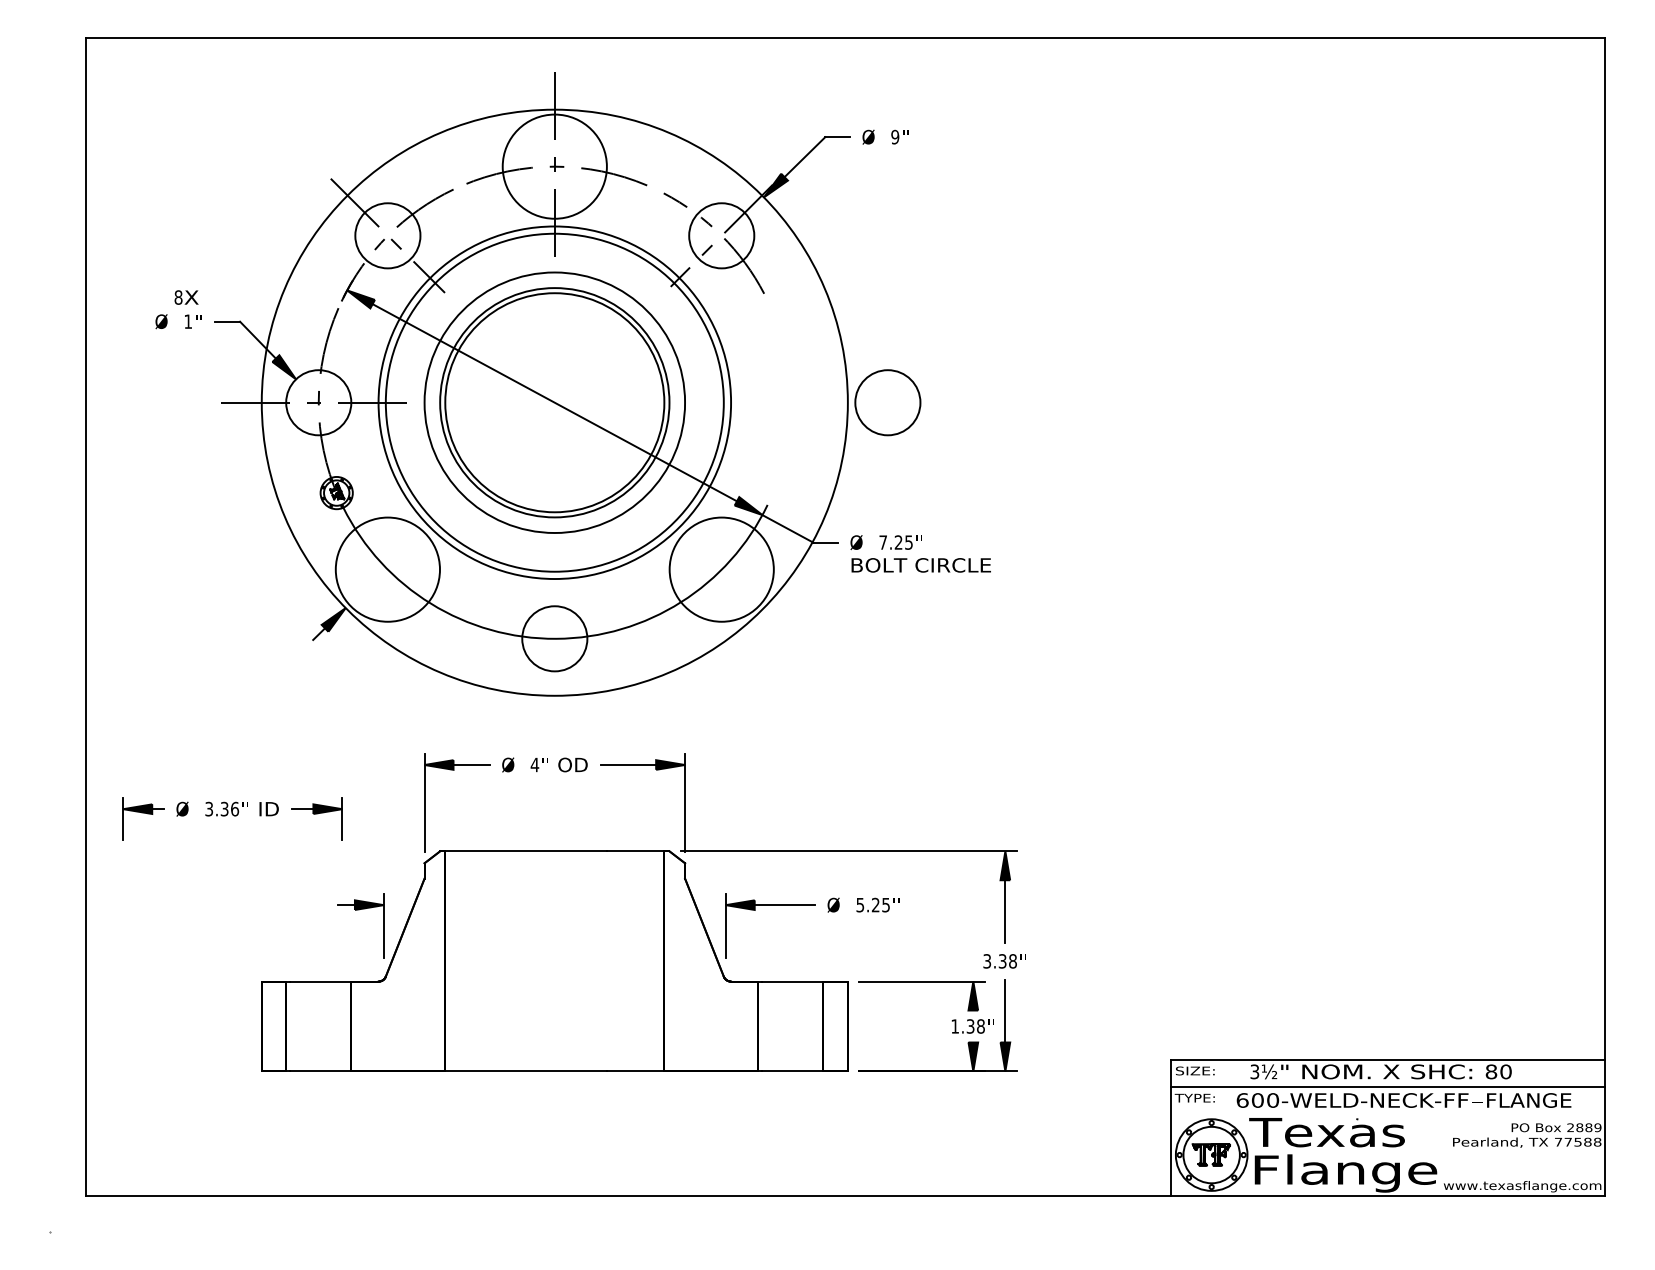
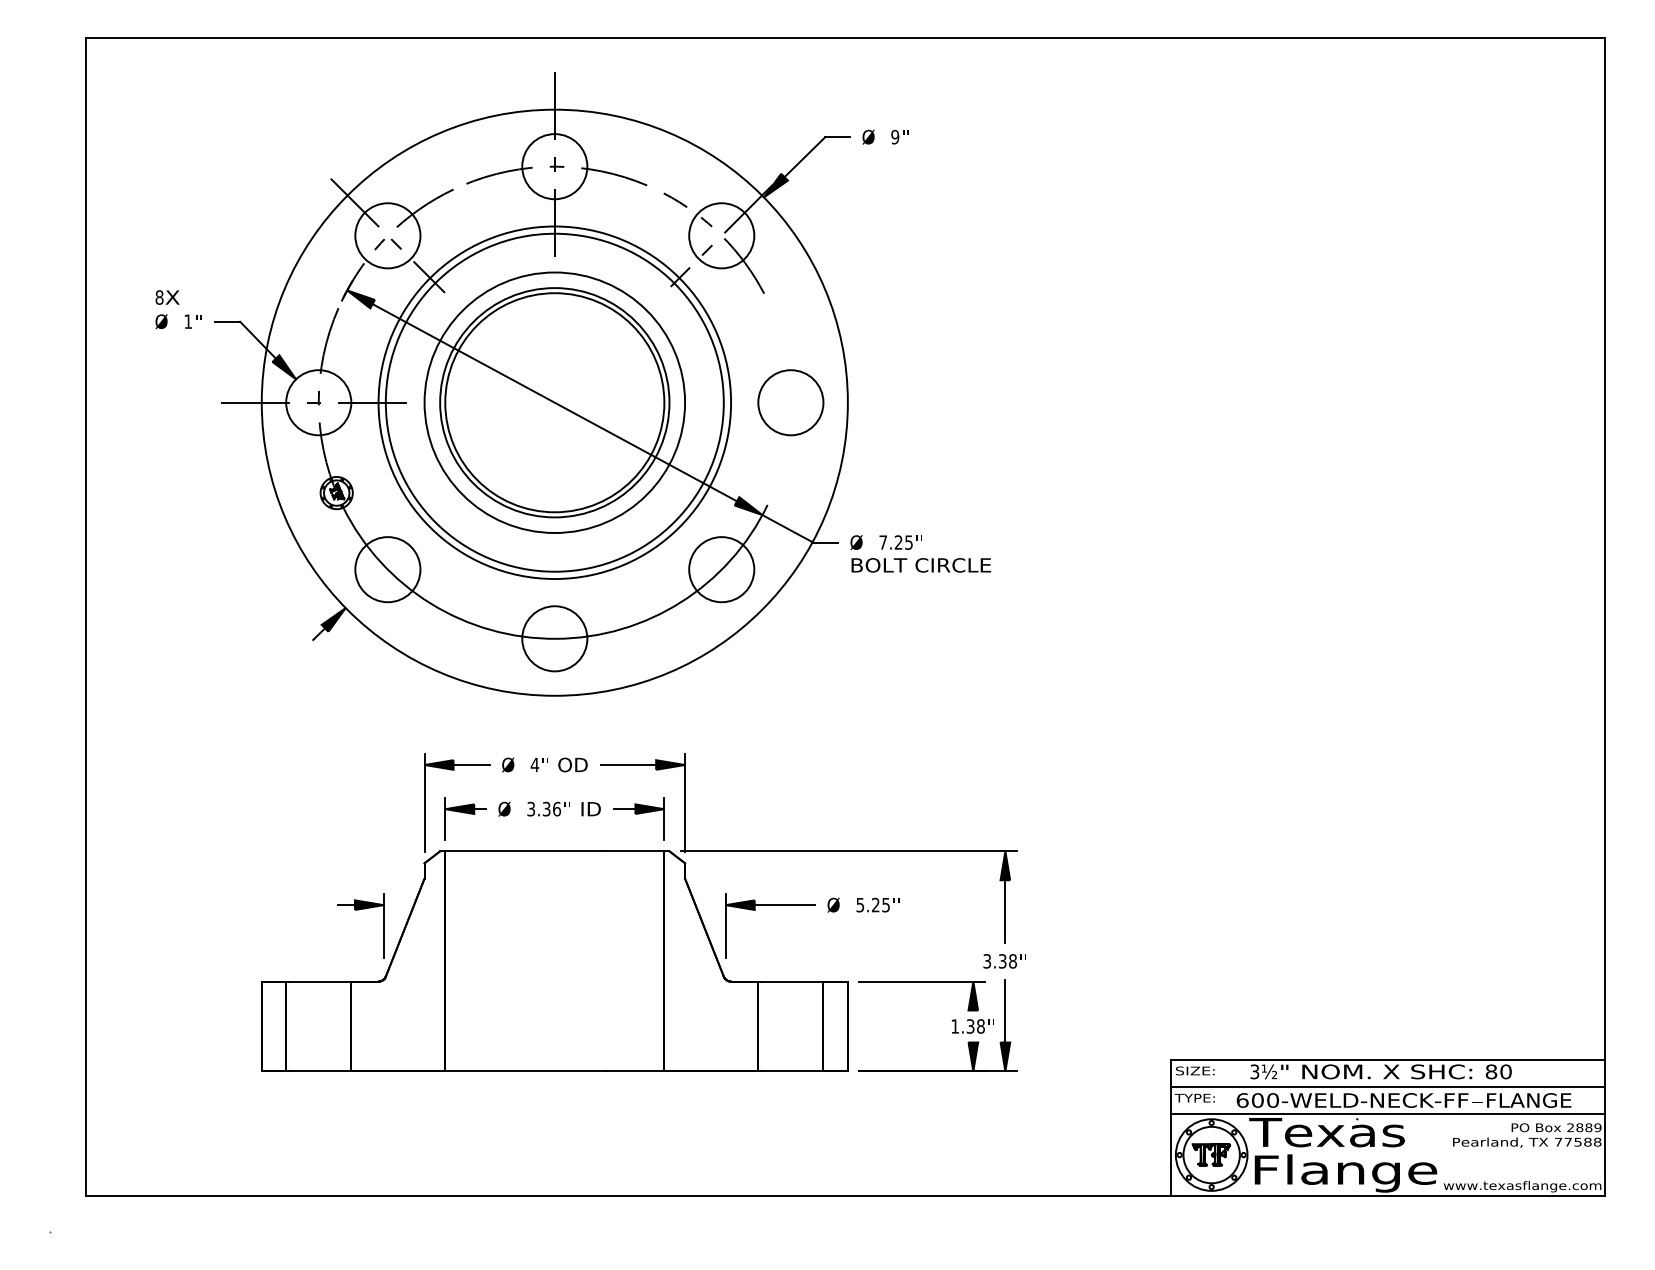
circle at (554, 166) diameter: 104 px -> 65 px
text at (186, 297) position: (186, 297) -> (167, 297)
circle at (887, 402) position: (887, 402) -> (790, 402)
circle at (387, 569) diameter: 104 px -> 65 px
circle at (721, 569) diameter: 104 px -> 65 px
part at (232, 818) position: (232, 818) -> (554, 818)
line at (1388, 1114): none -> present
